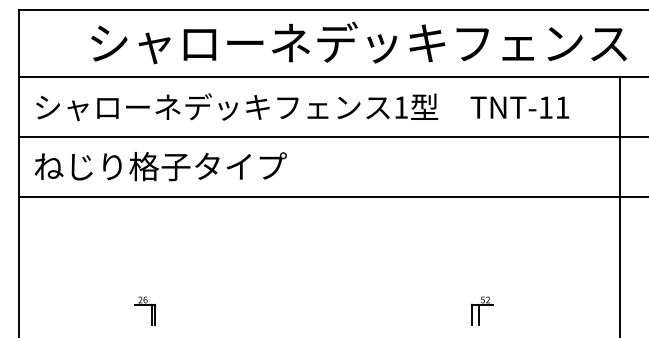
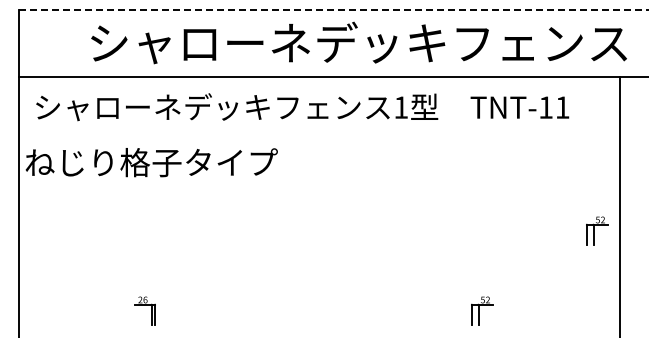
line at (334, 10): solid -> dashed
line at (332, 137): present -> none
text at (160, 166) position: (160, 166) -> (151, 162)
line at (332, 197): present -> none
part at (597, 230): none -> present
